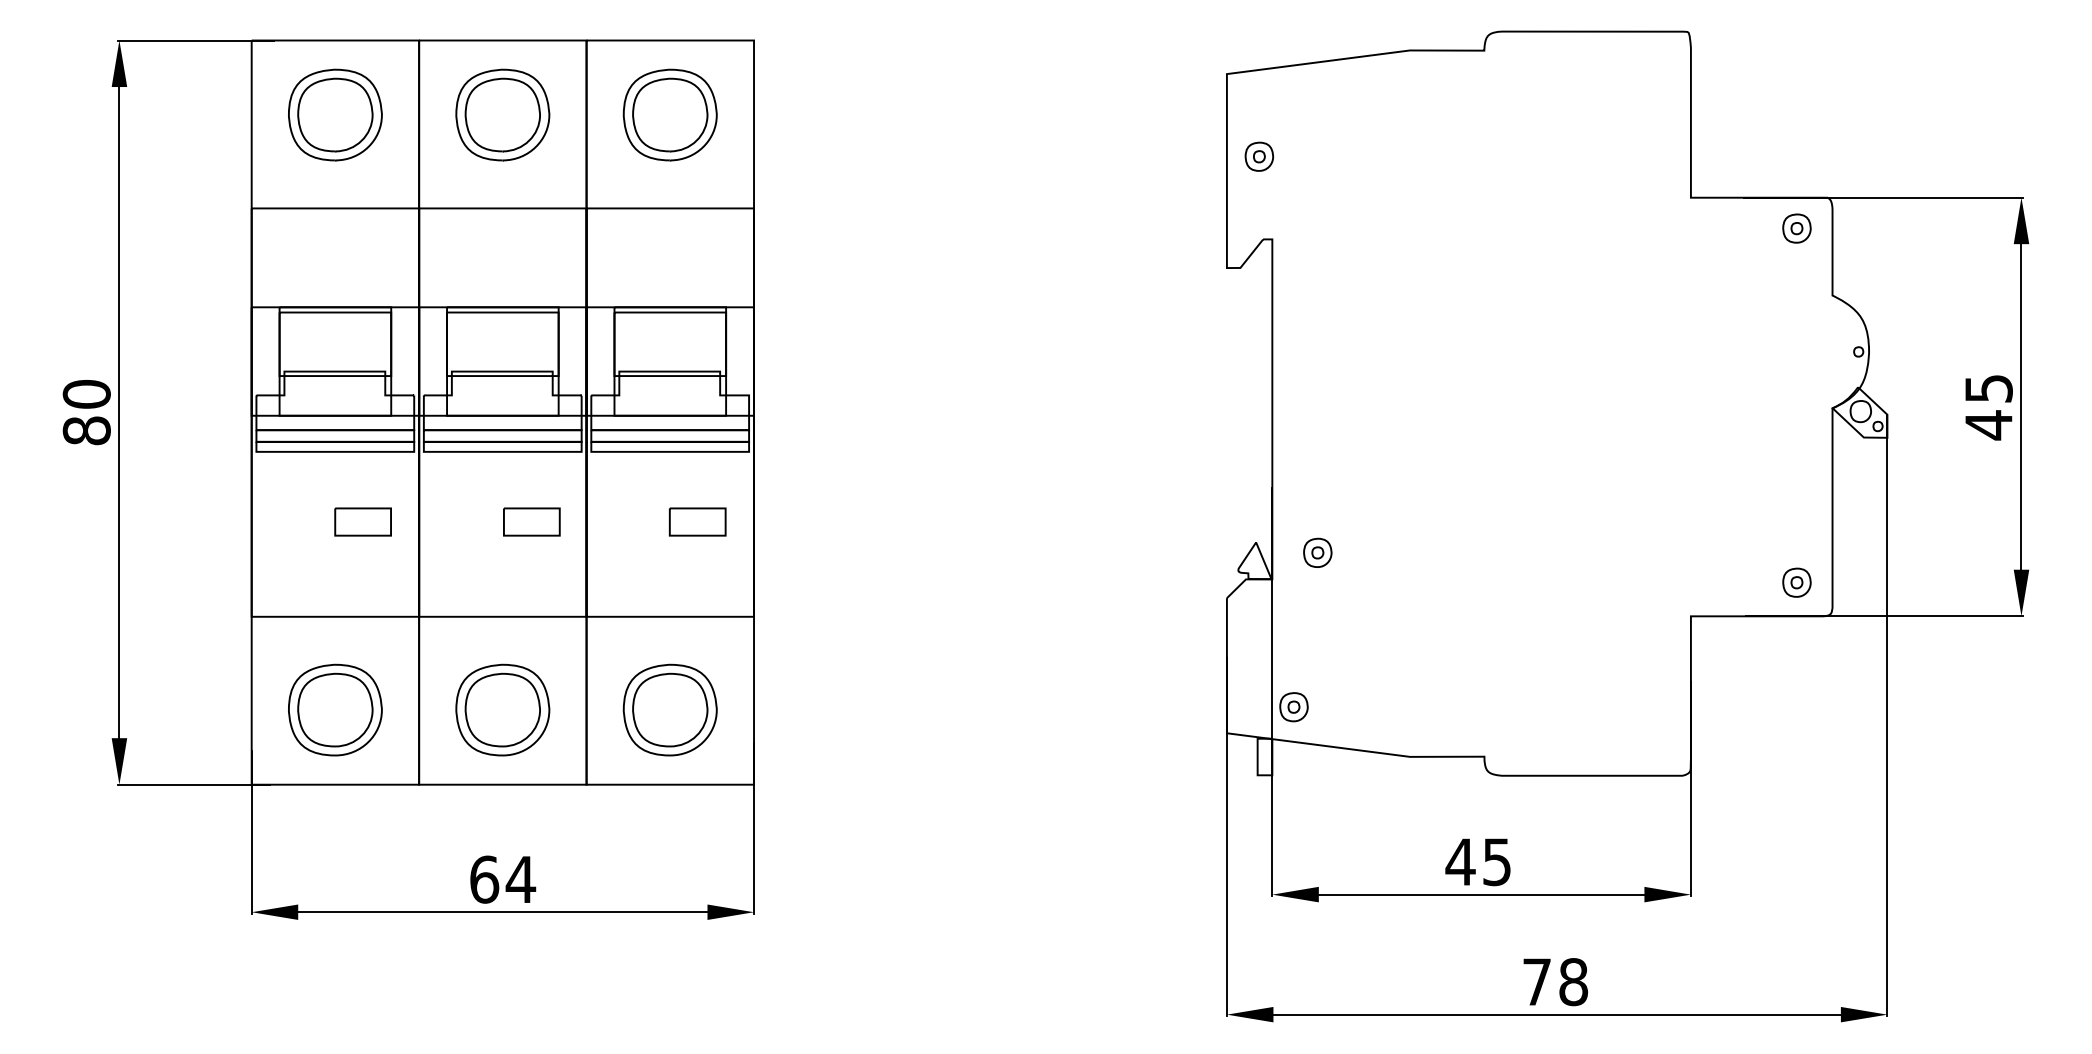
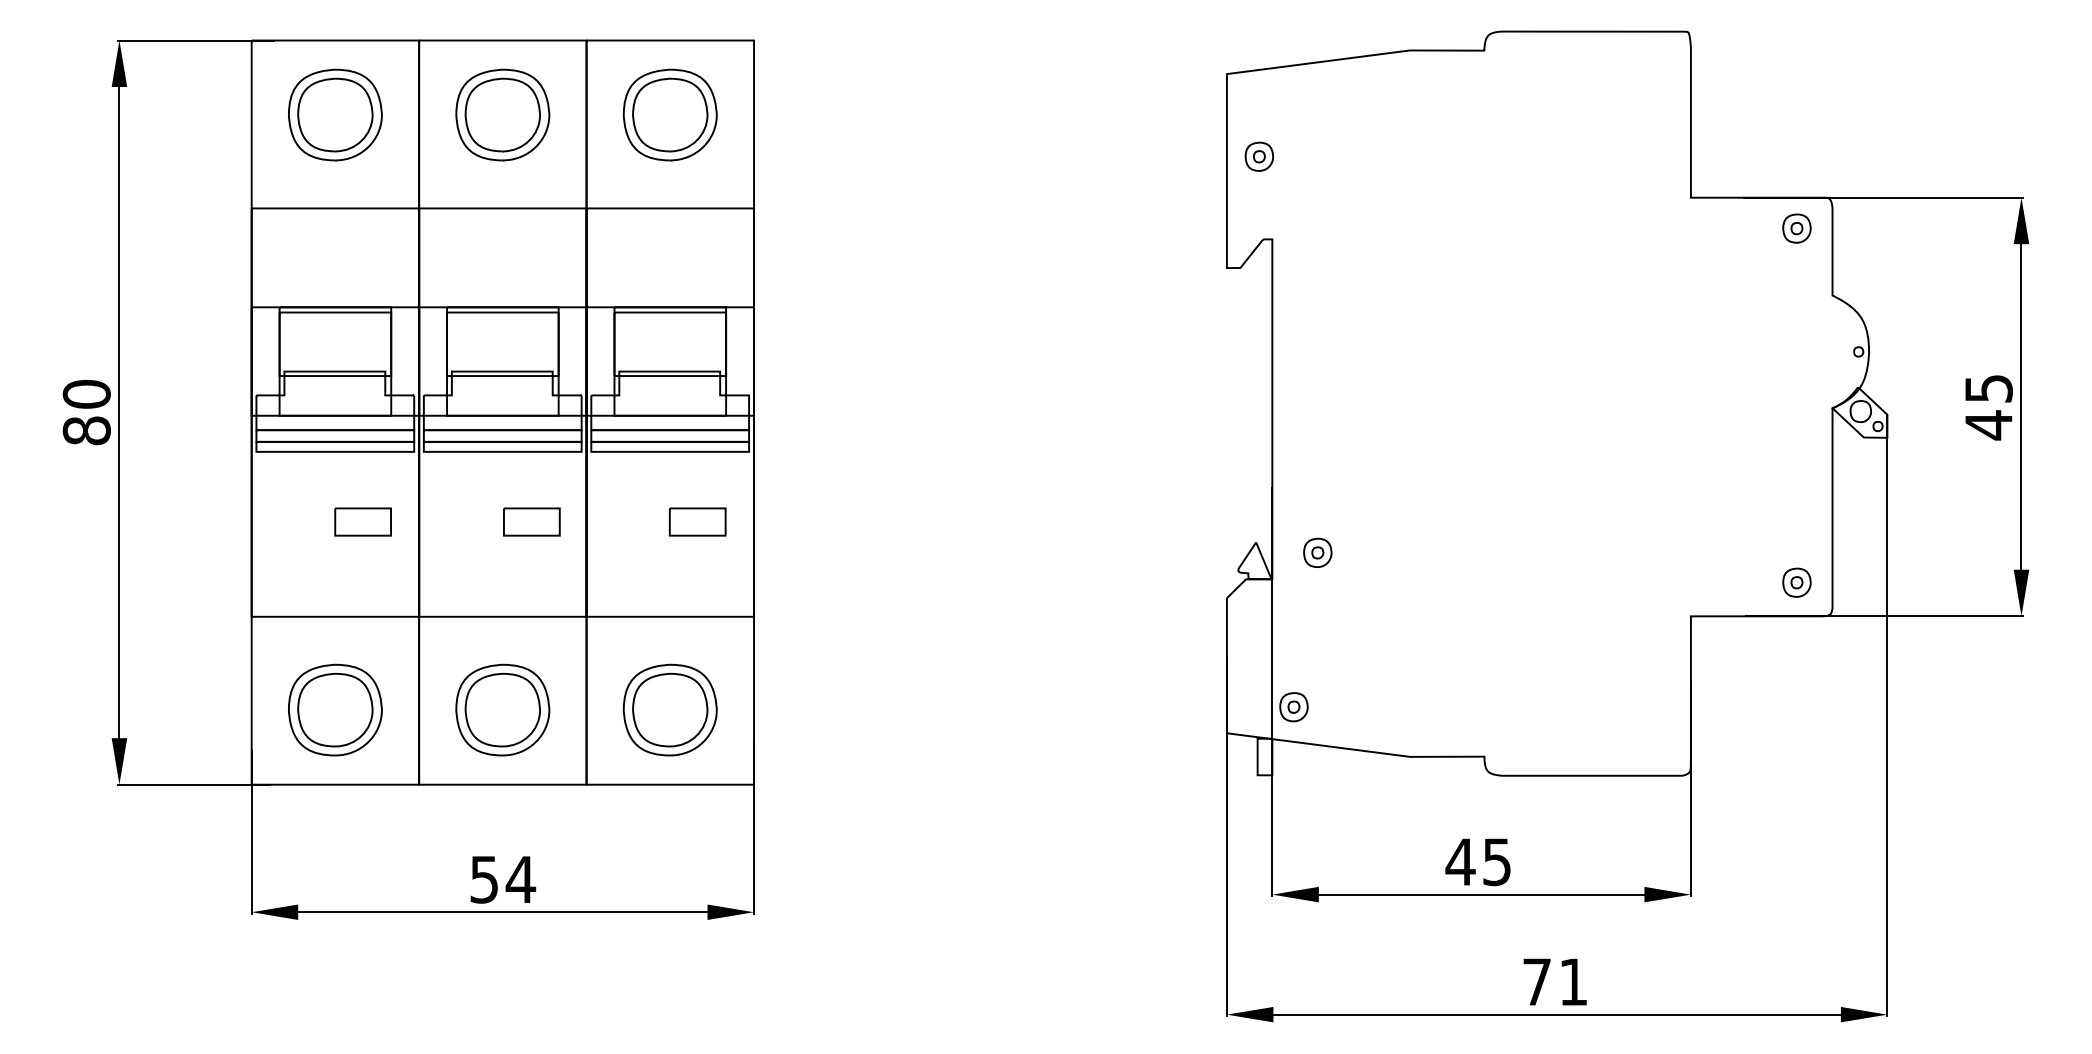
text at (484, 879): 64 -> 54
text at (1573, 982): 78 -> 71
